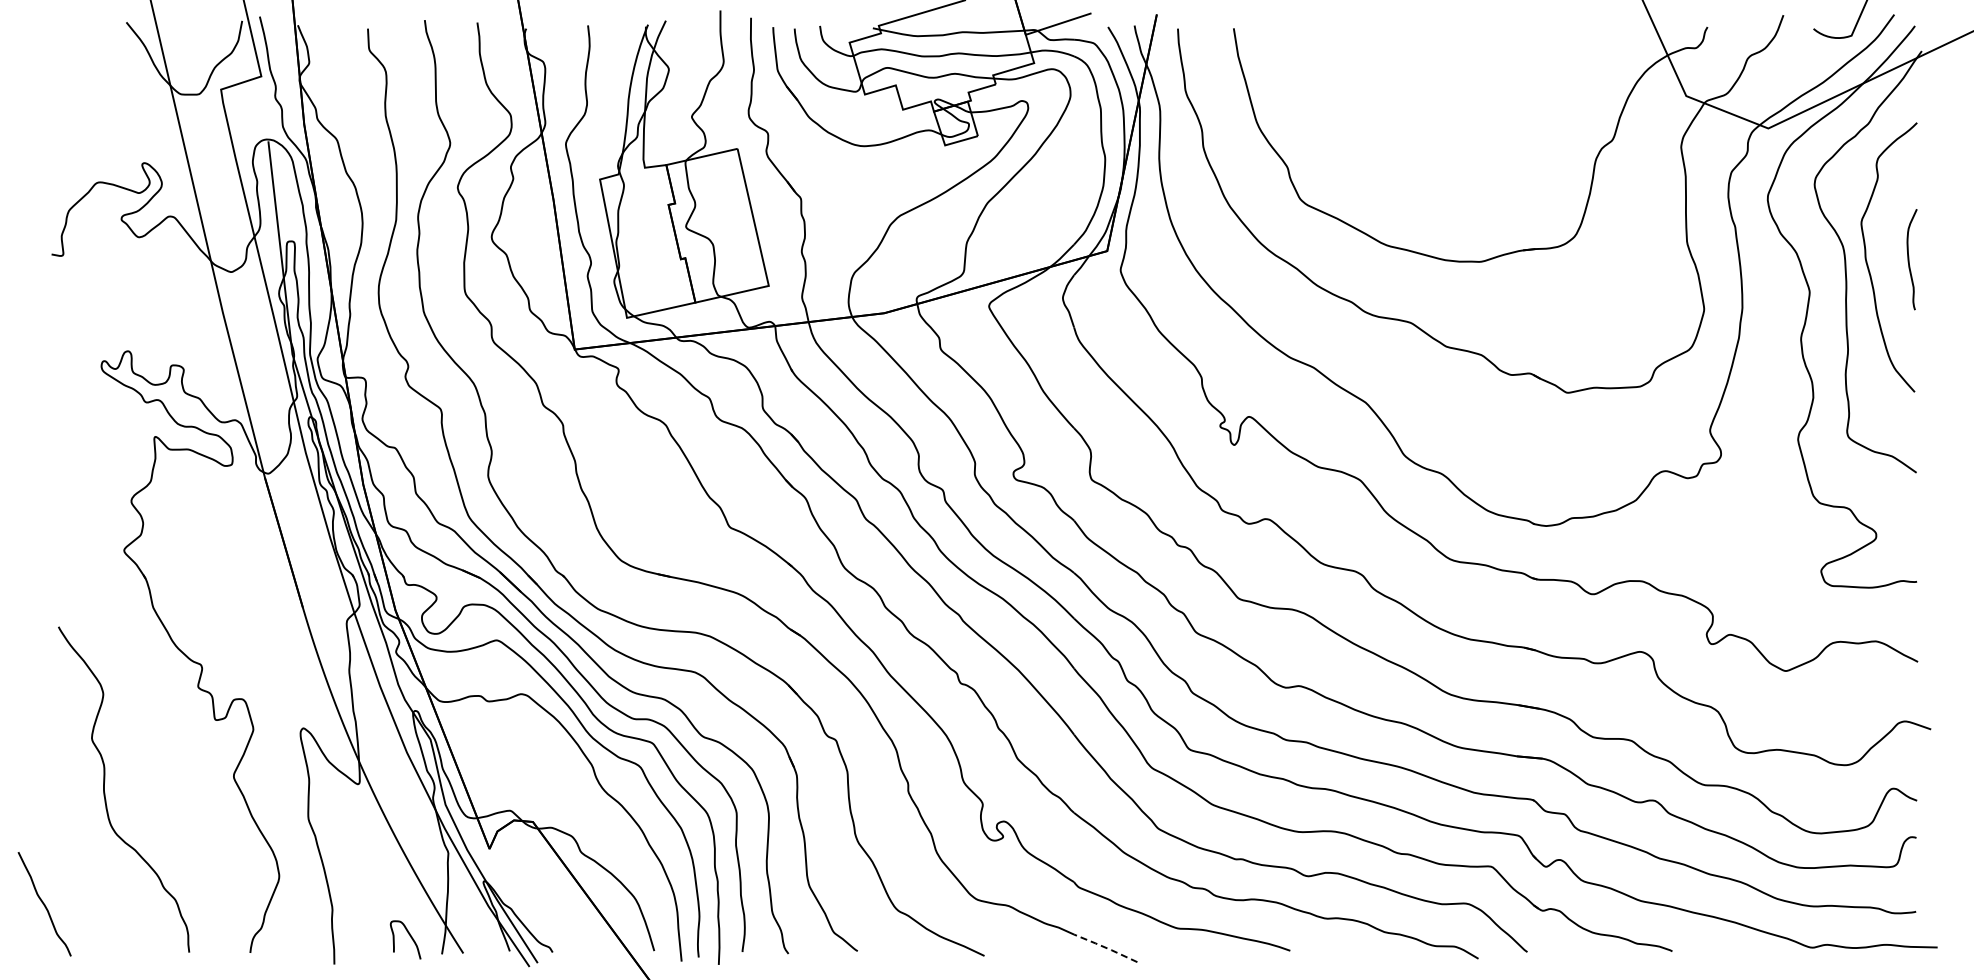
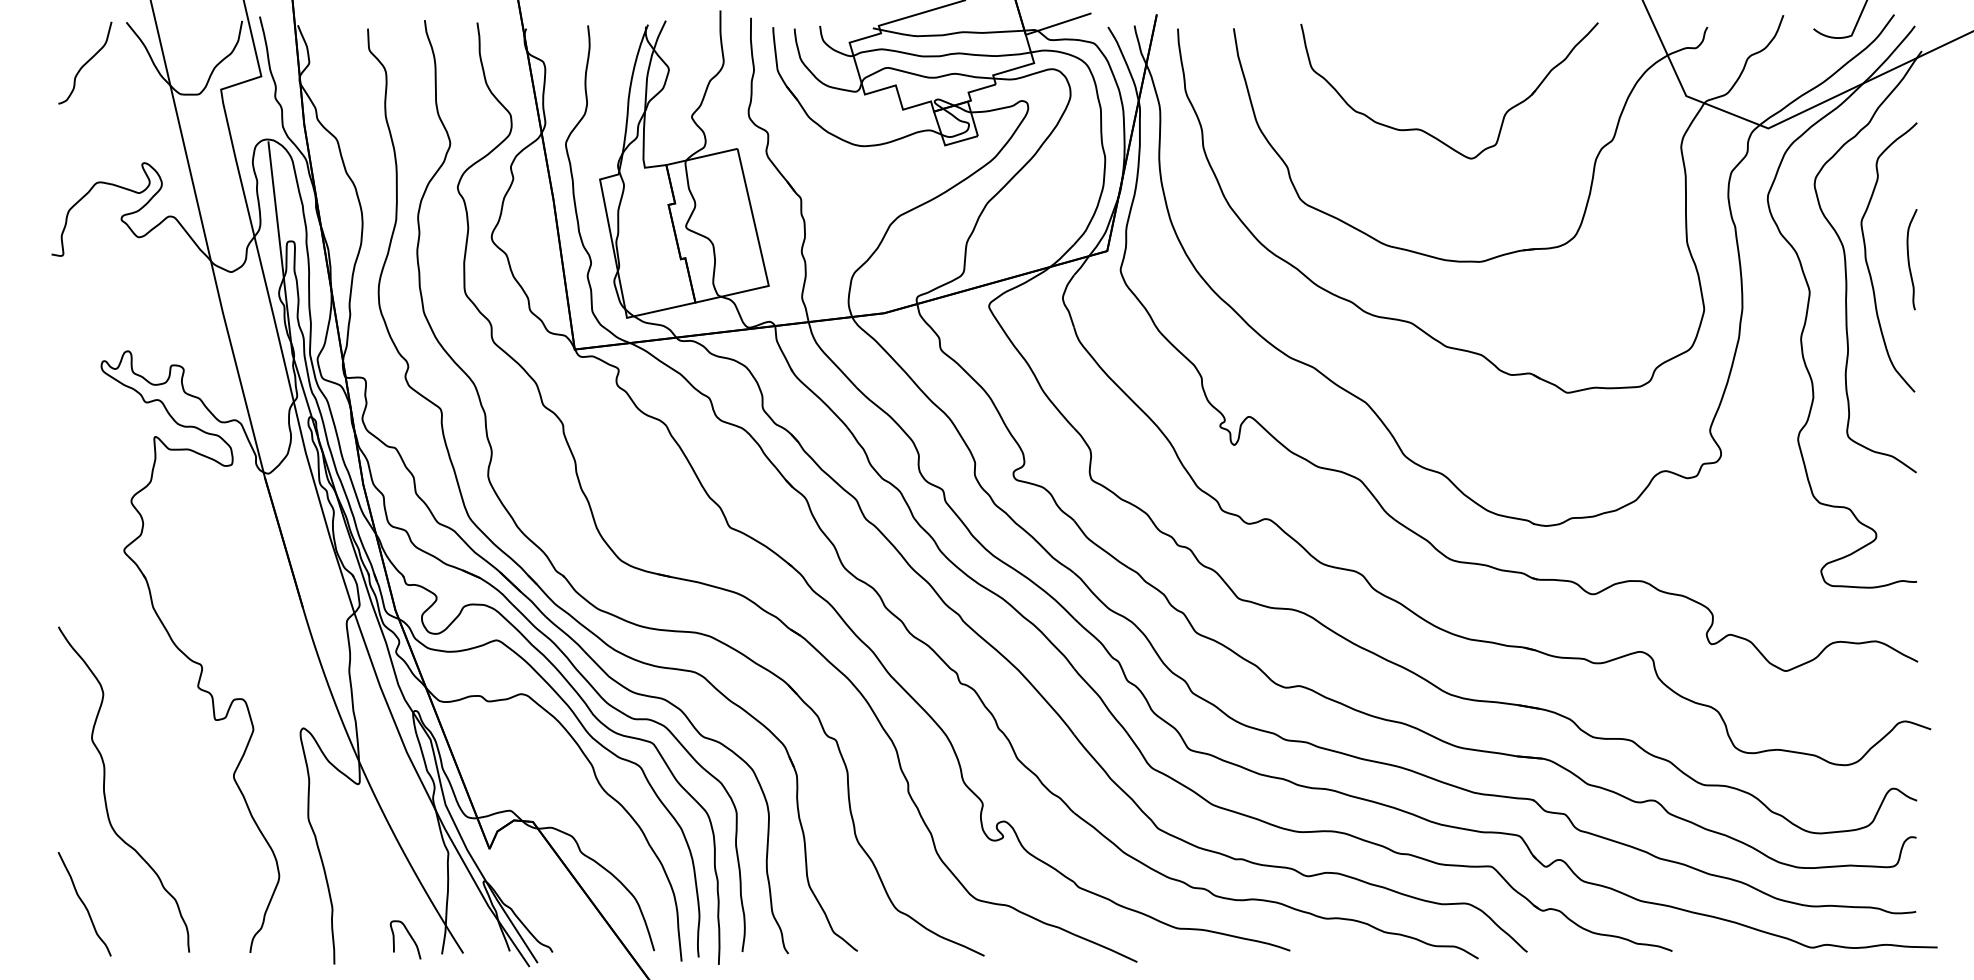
curve at (85, 62): none -> present
part at (1426, 131): none -> present
curve at (44, 904) position: (44, 904) -> (84, 904)
line at (1105, 947): dashed -> solid
